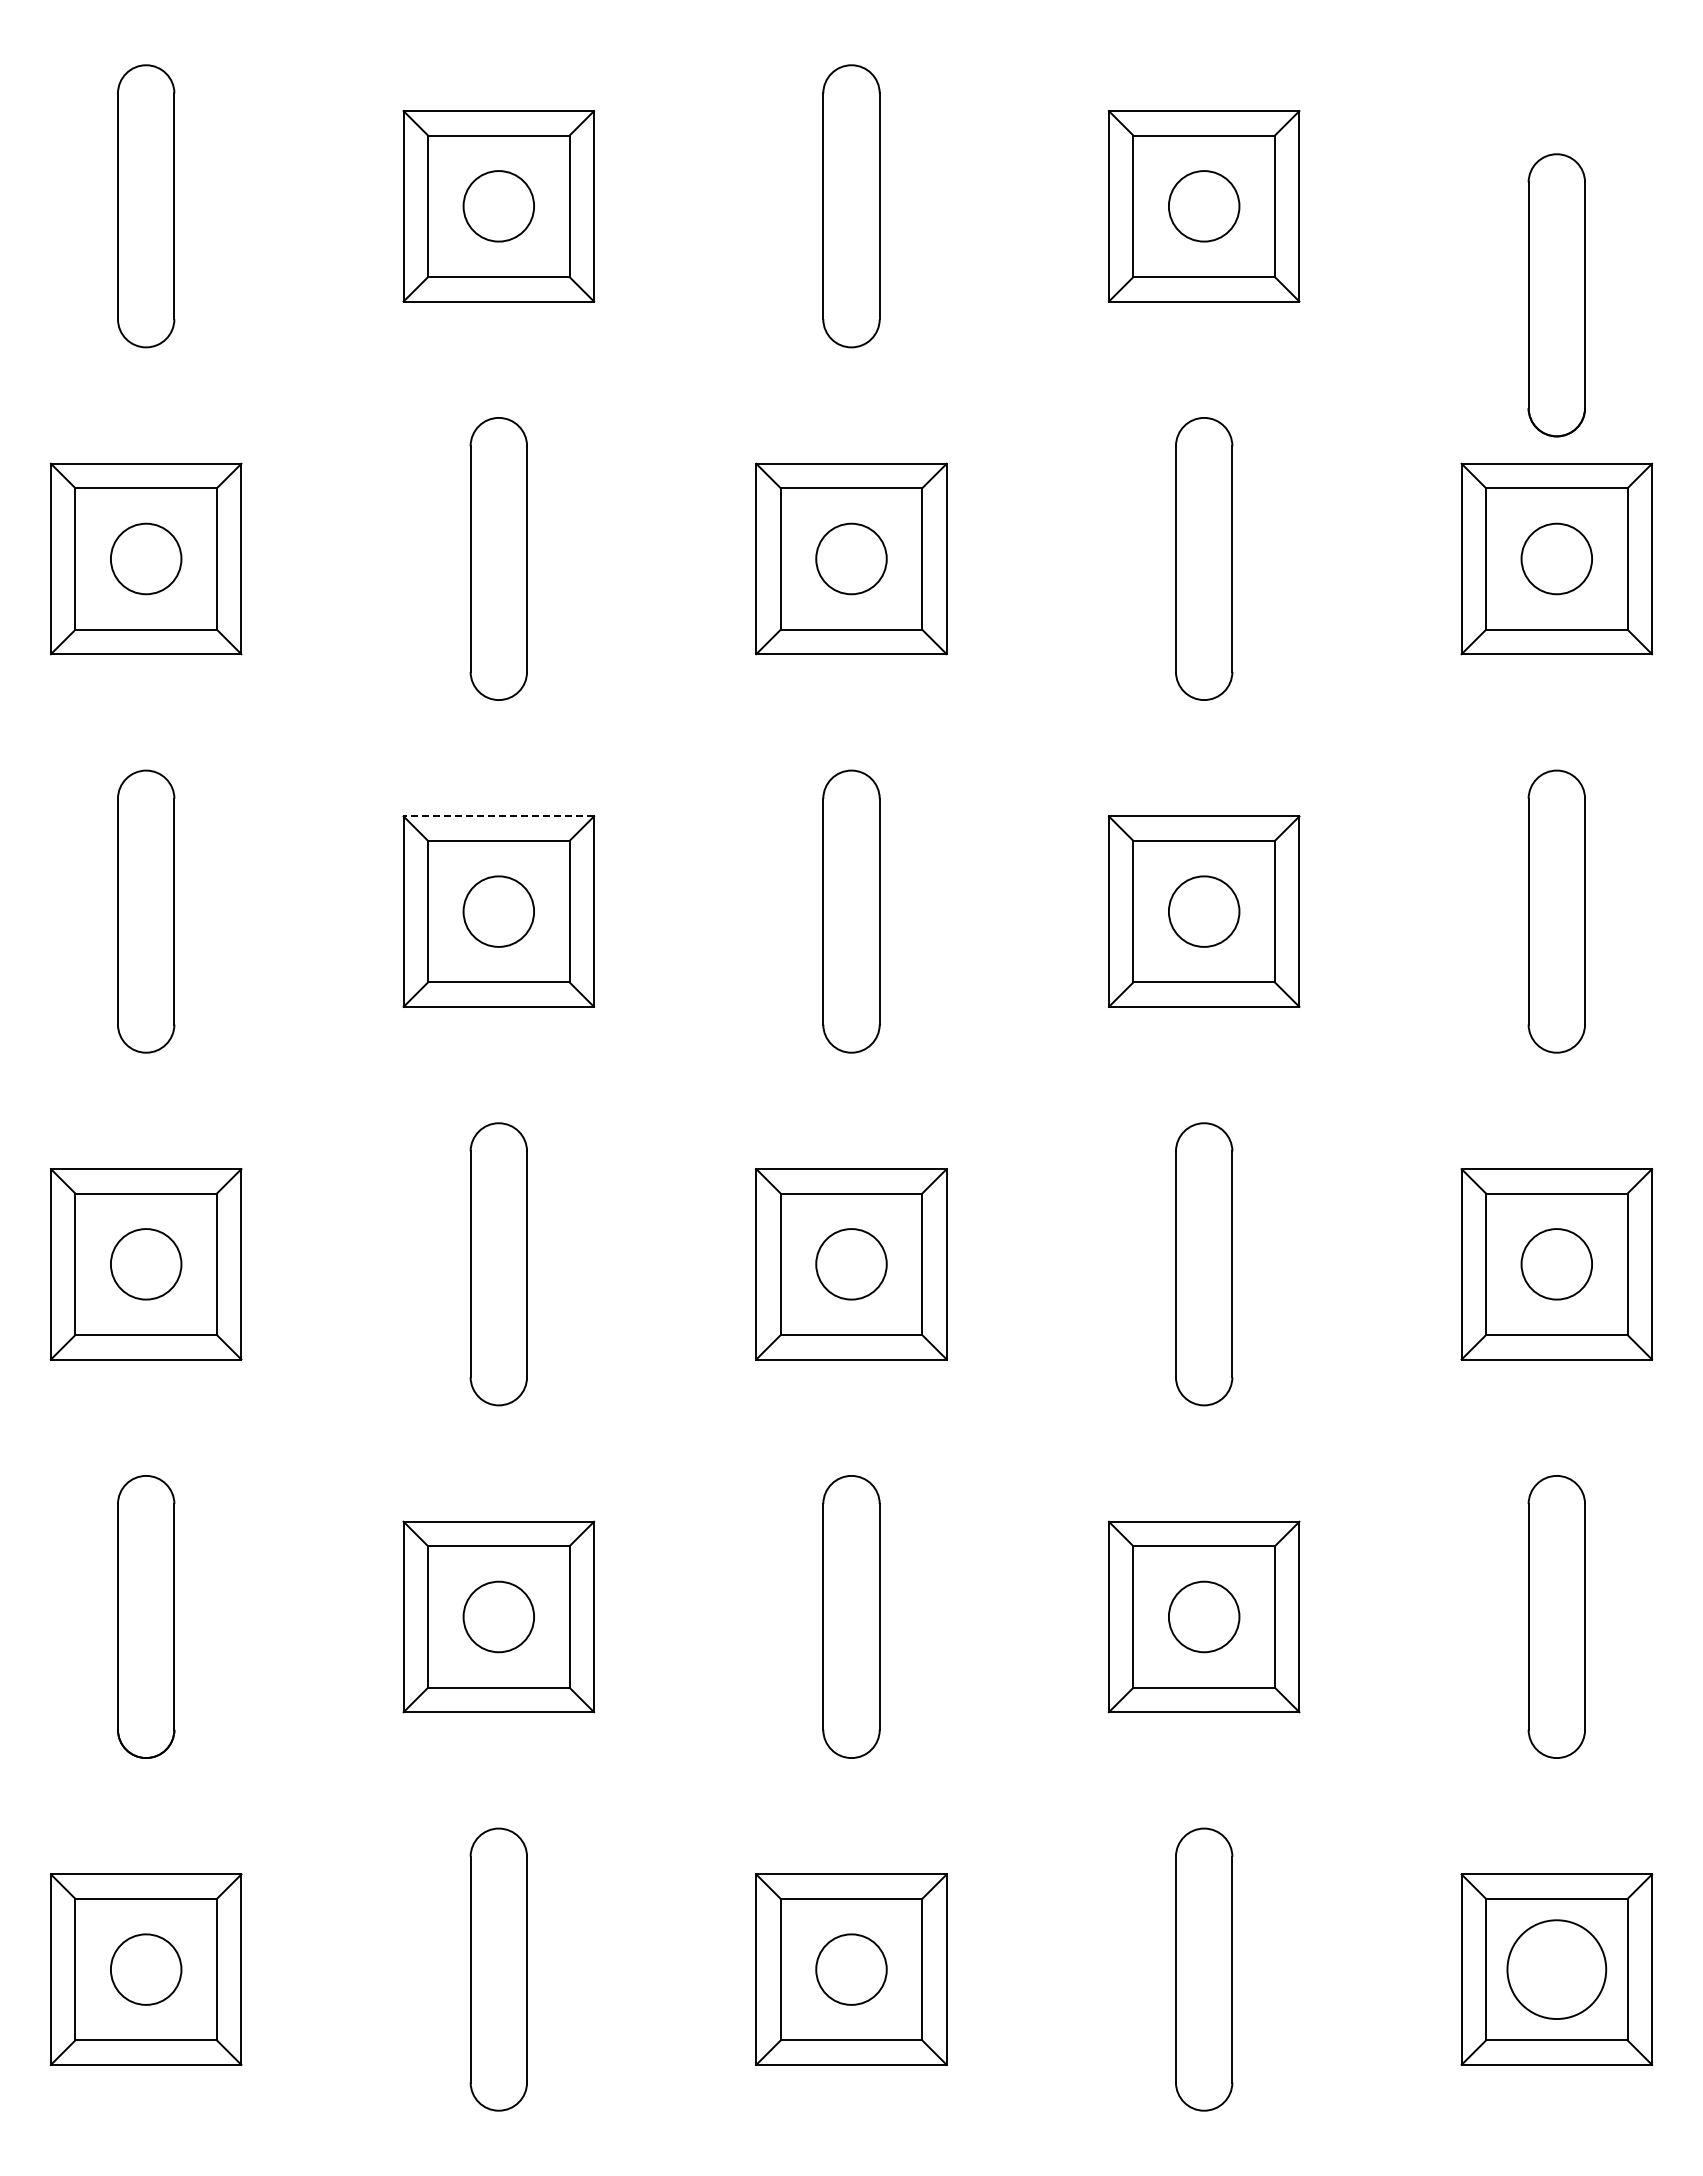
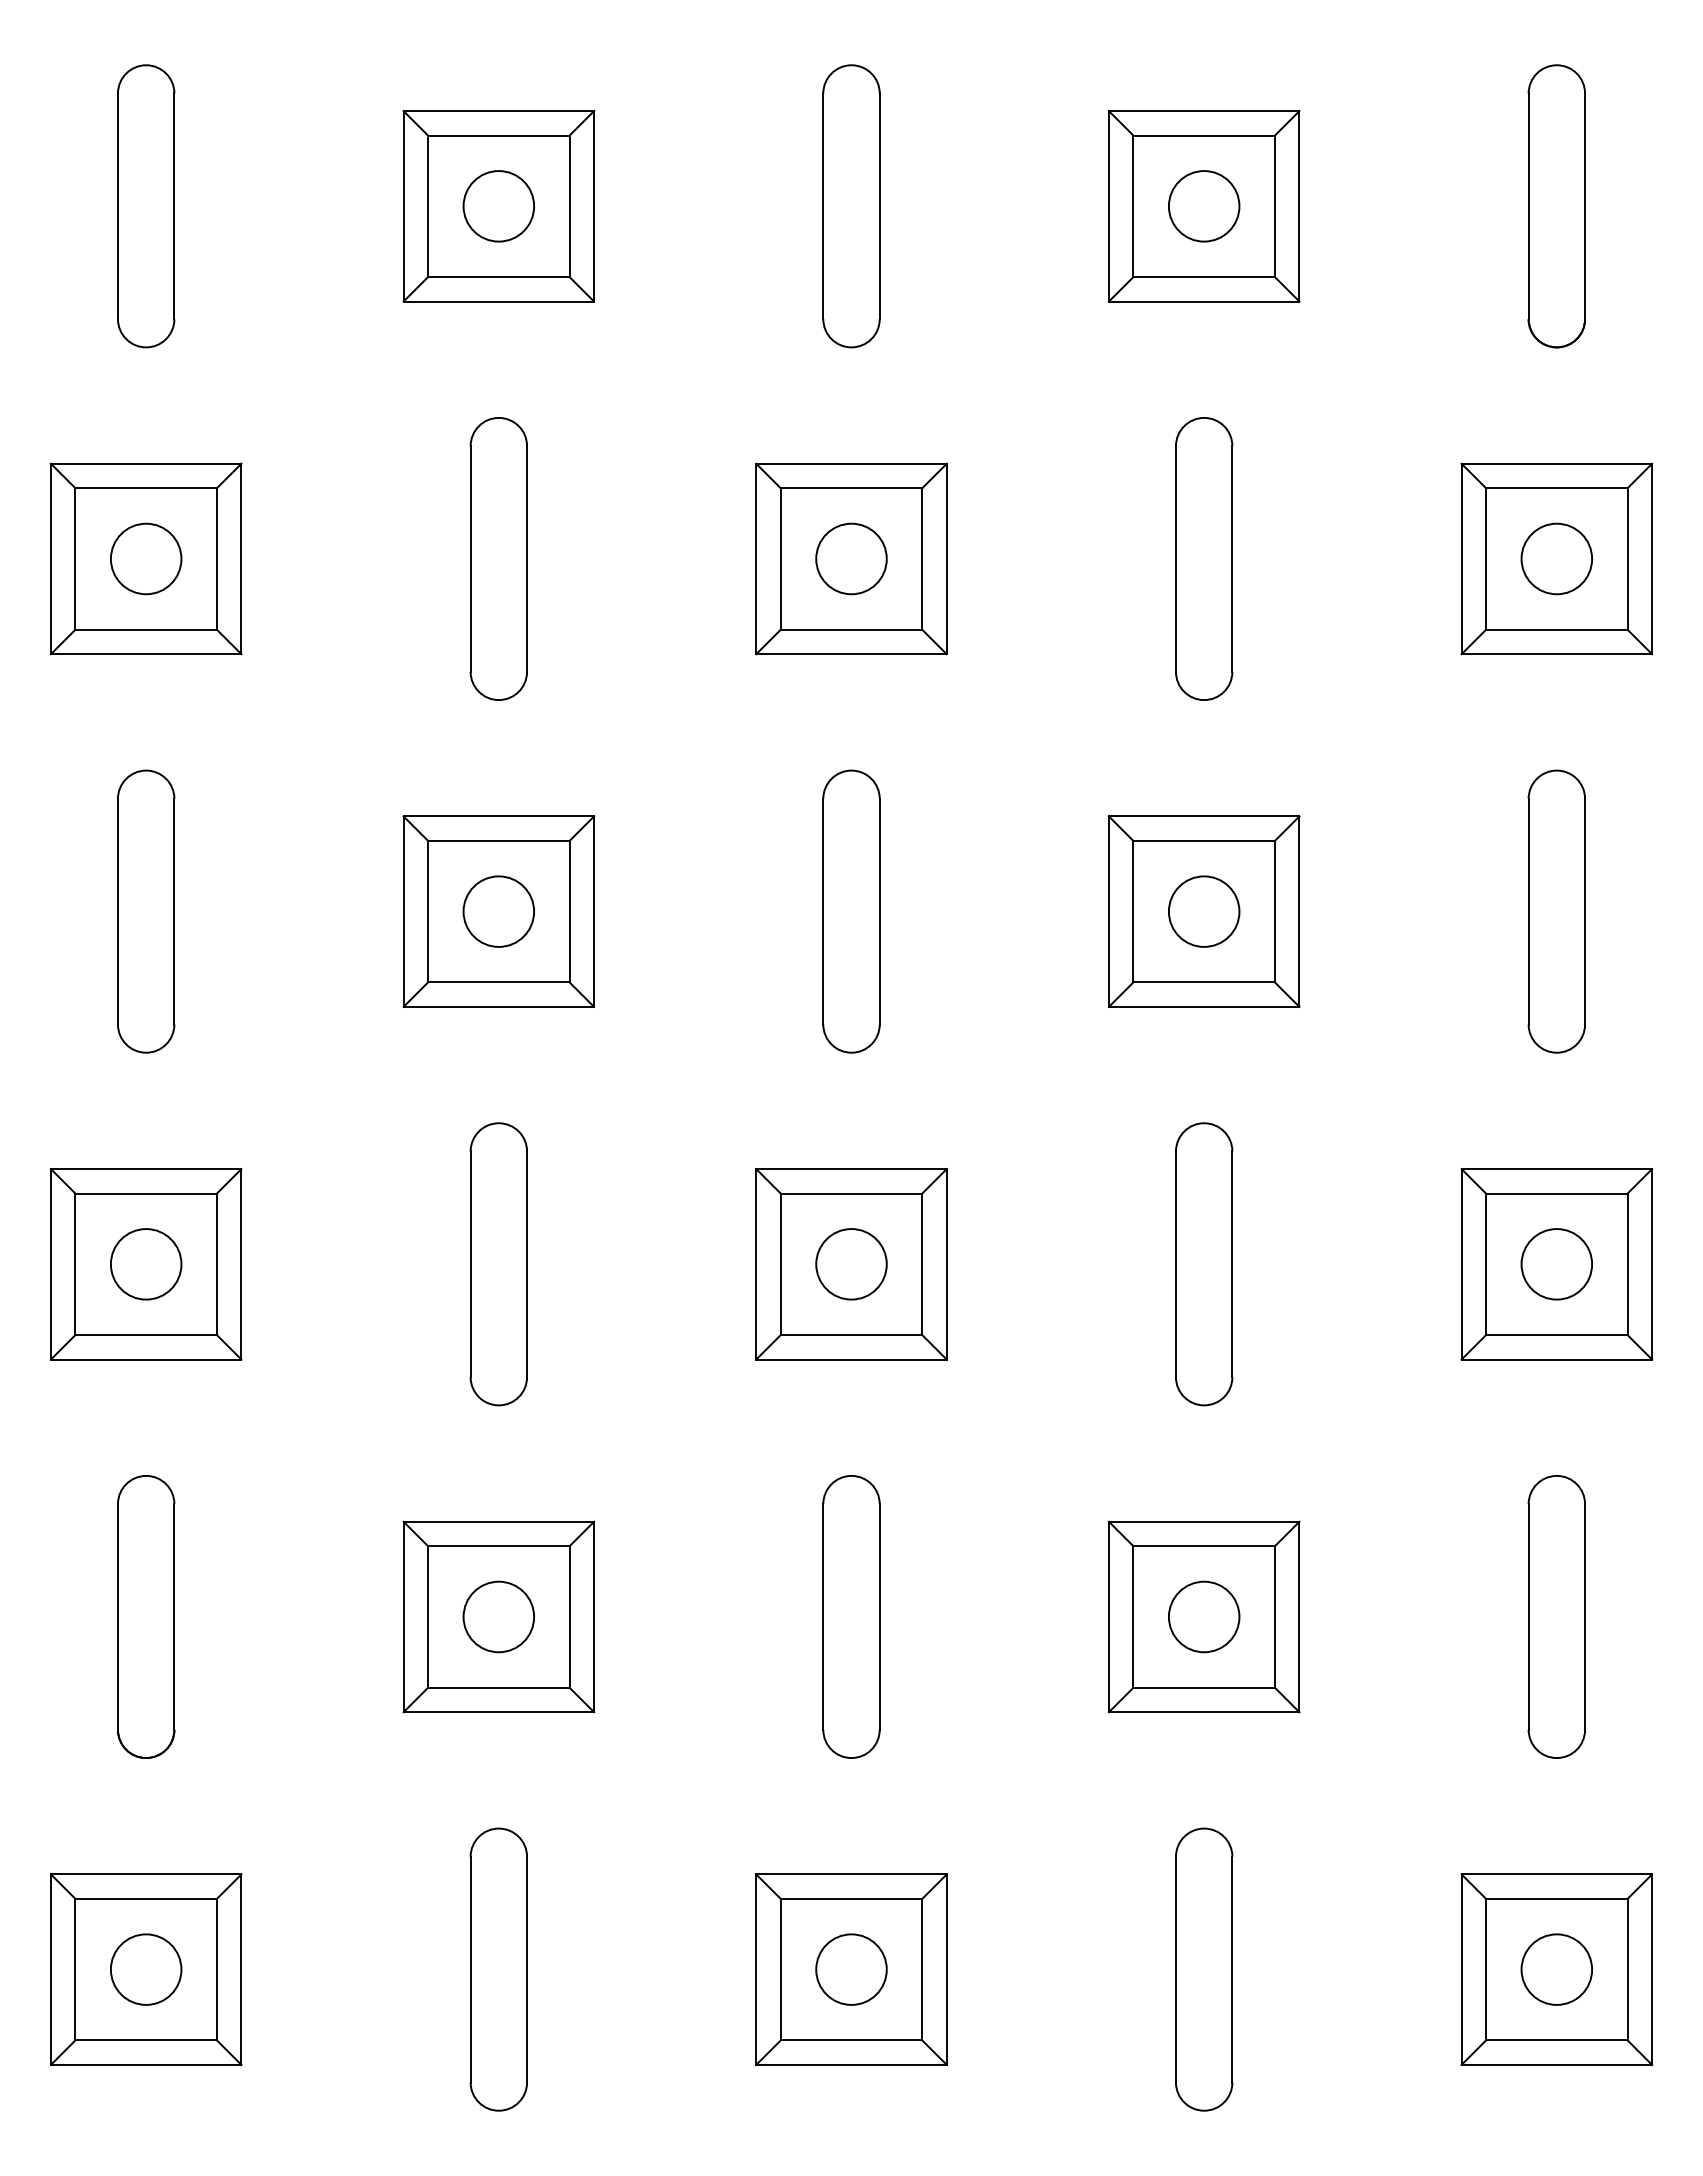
part at (1556, 295) position: (1556, 295) -> (1556, 206)
line at (498, 816): dashed -> solid
circle at (1556, 1969) diameter: 99 px -> 71 px
